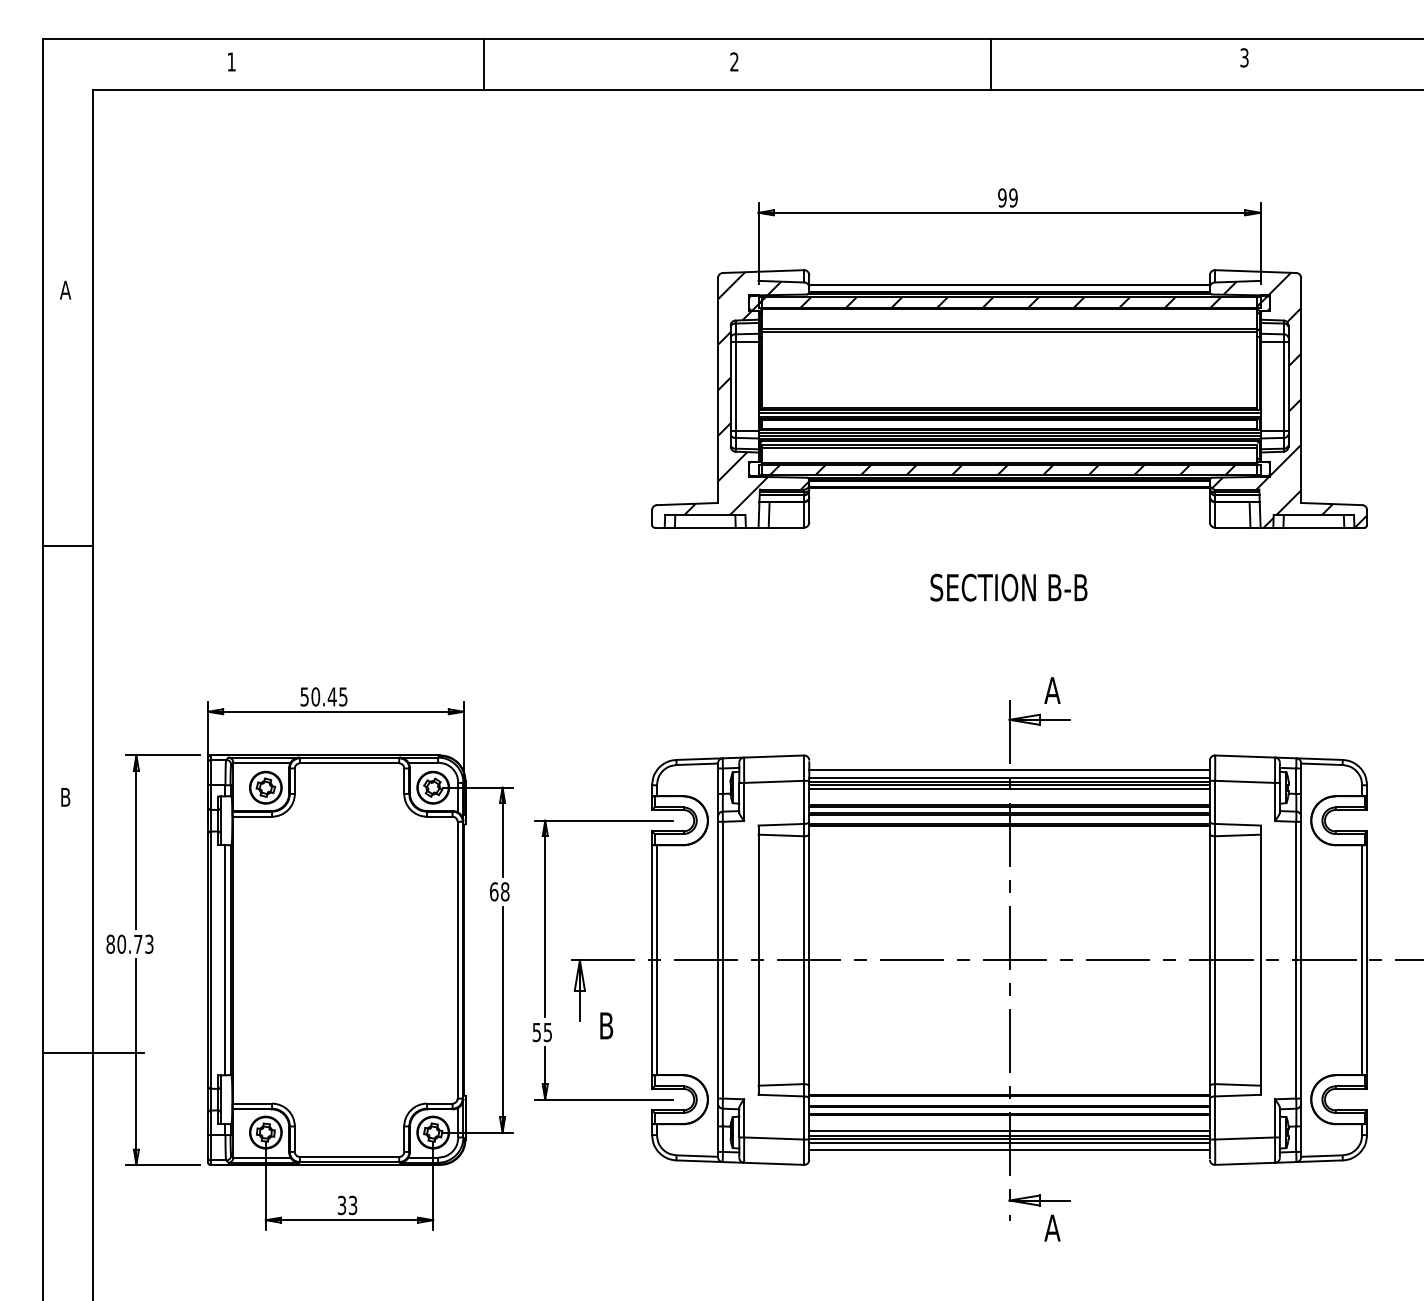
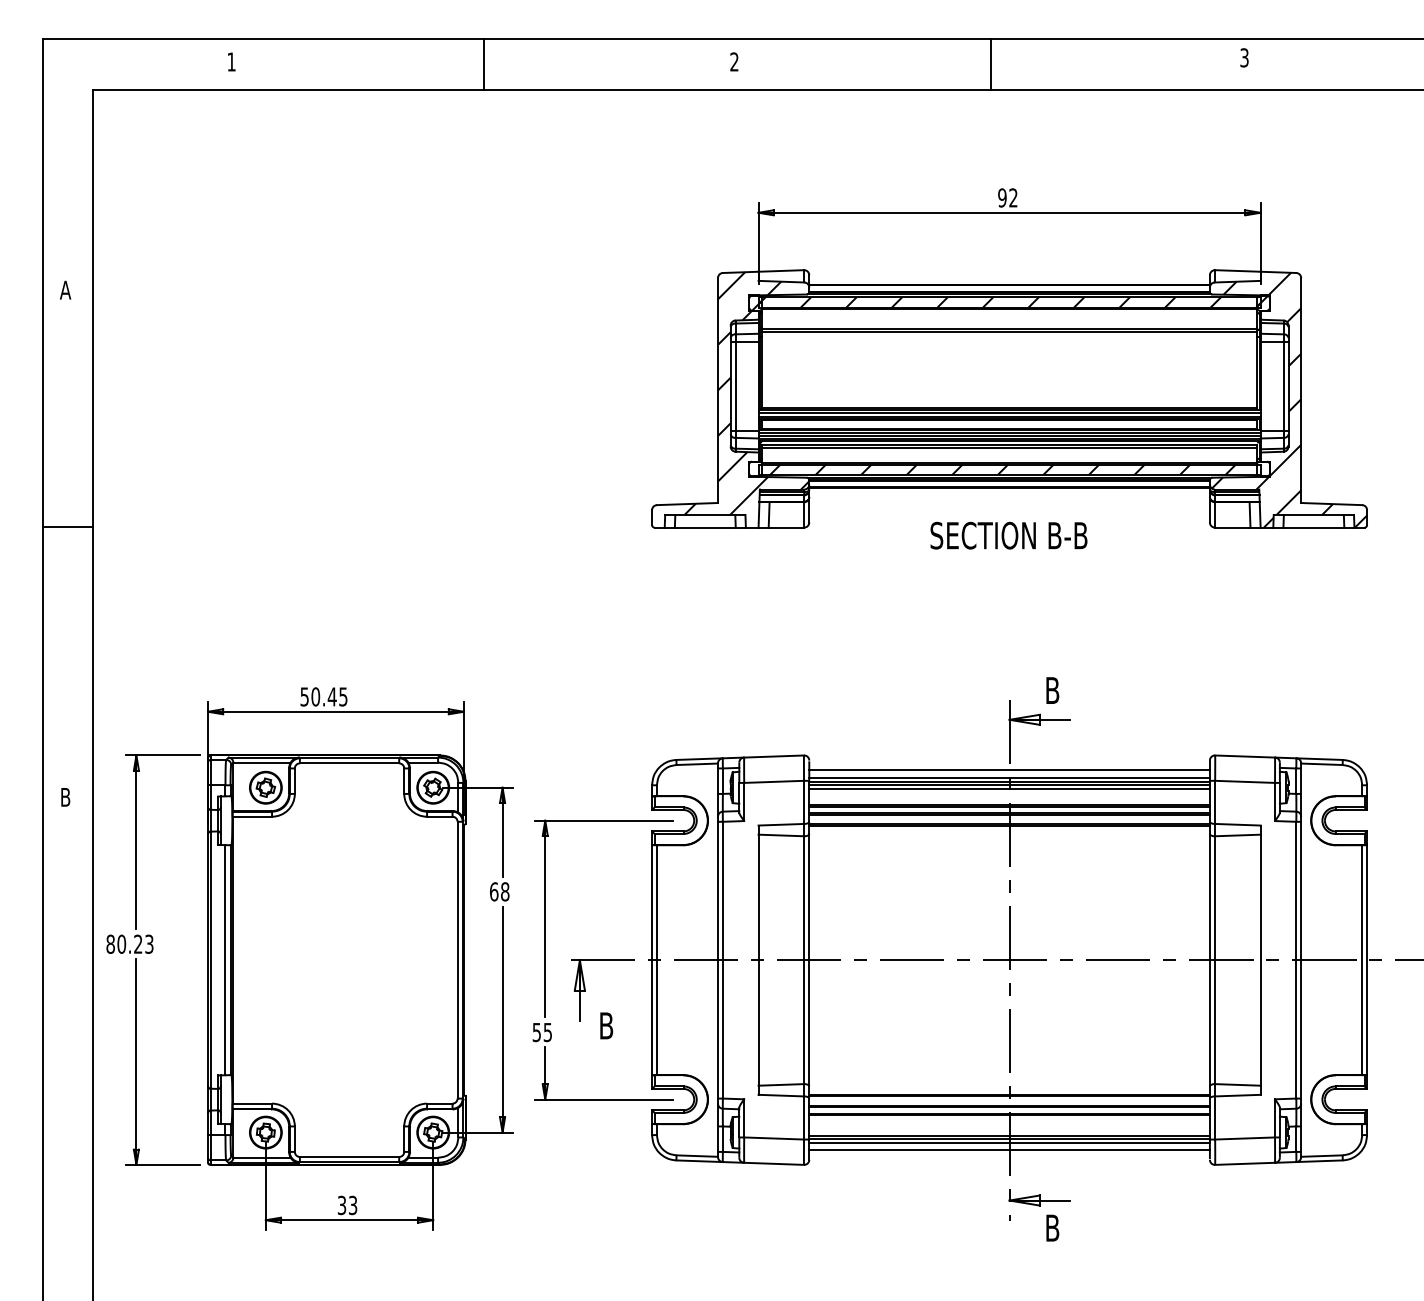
text at (1013, 197): 99 -> 92
line at (67, 546) position: (67, 546) -> (67, 527)
text at (1008, 587) position: (1008, 587) -> (1008, 535)
text at (1052, 690): A -> B
text at (138, 943): 80.73 -> 80.23
line at (93, 1053): present -> none
line at (1009, 1131): present -> none
text at (1052, 1227): A -> B
